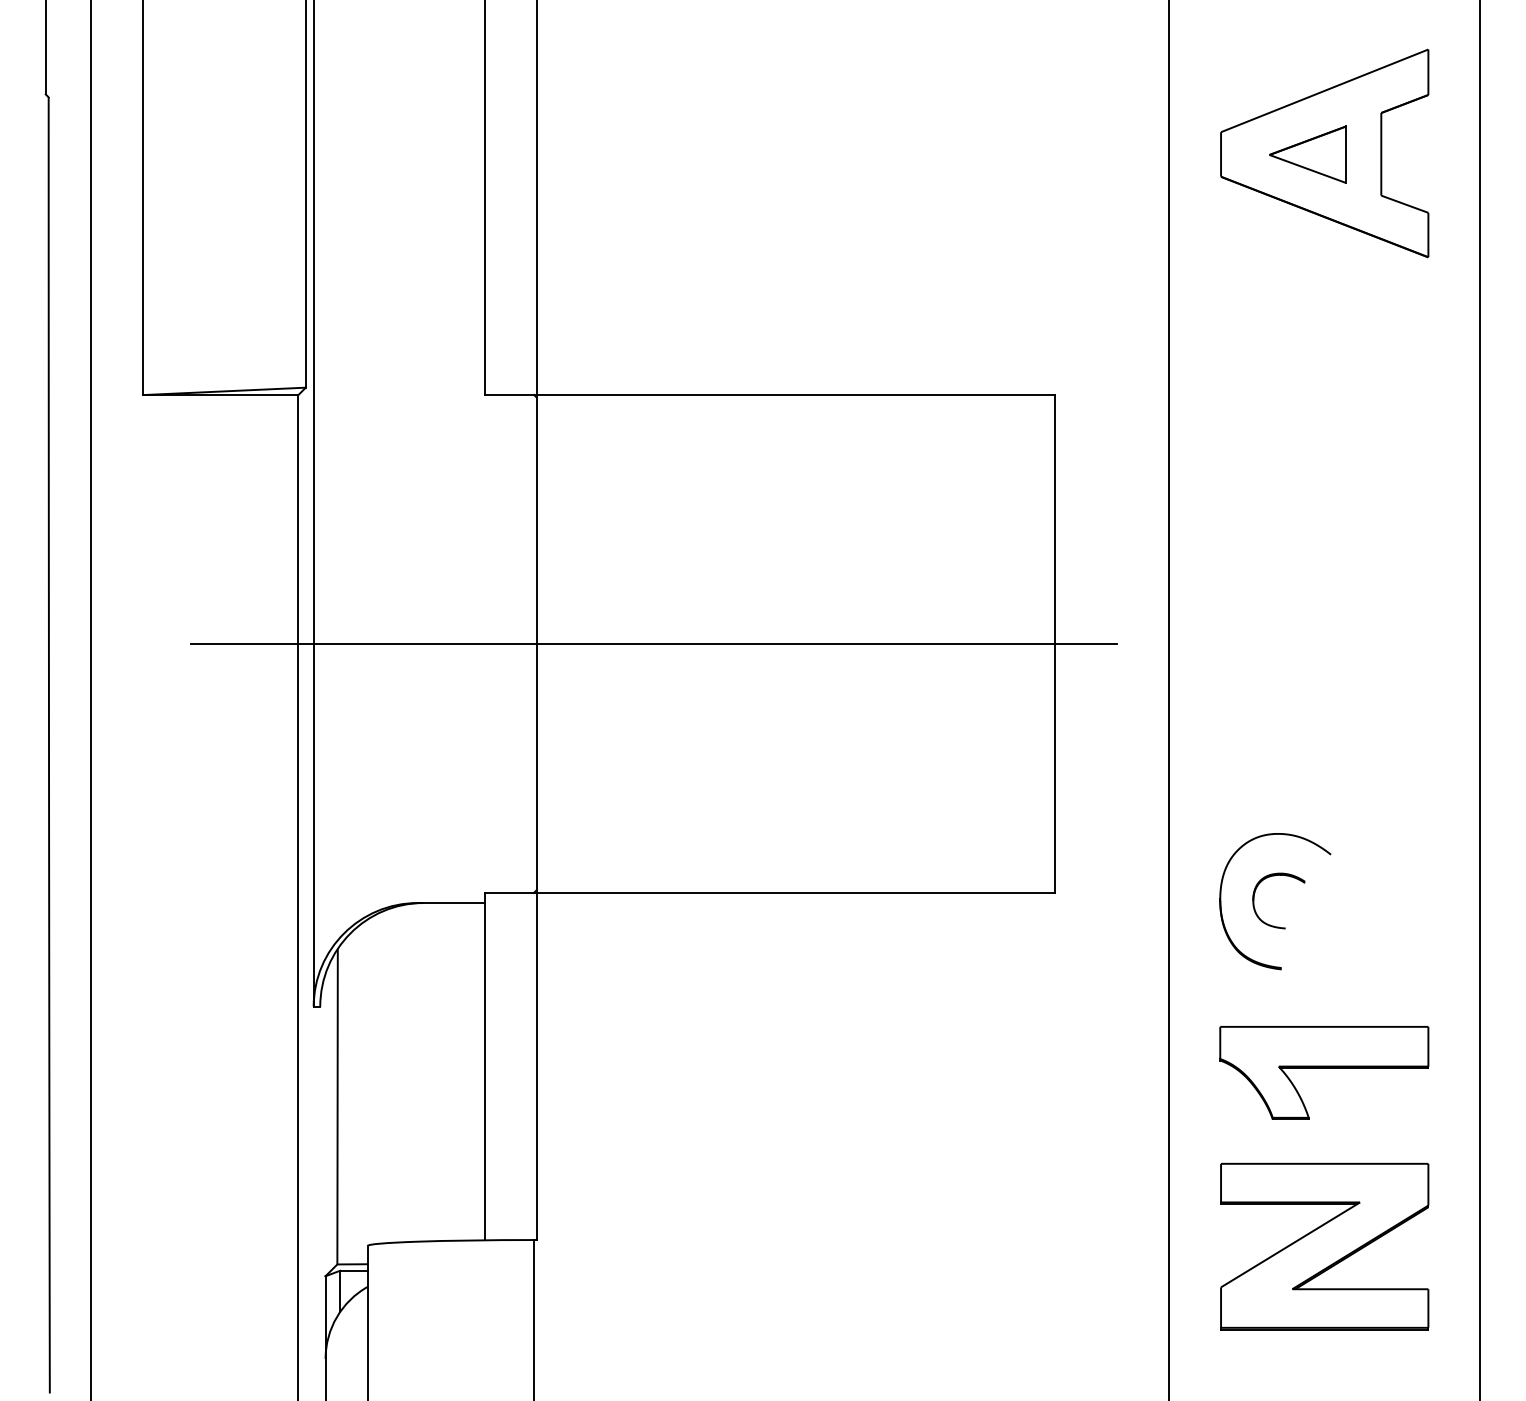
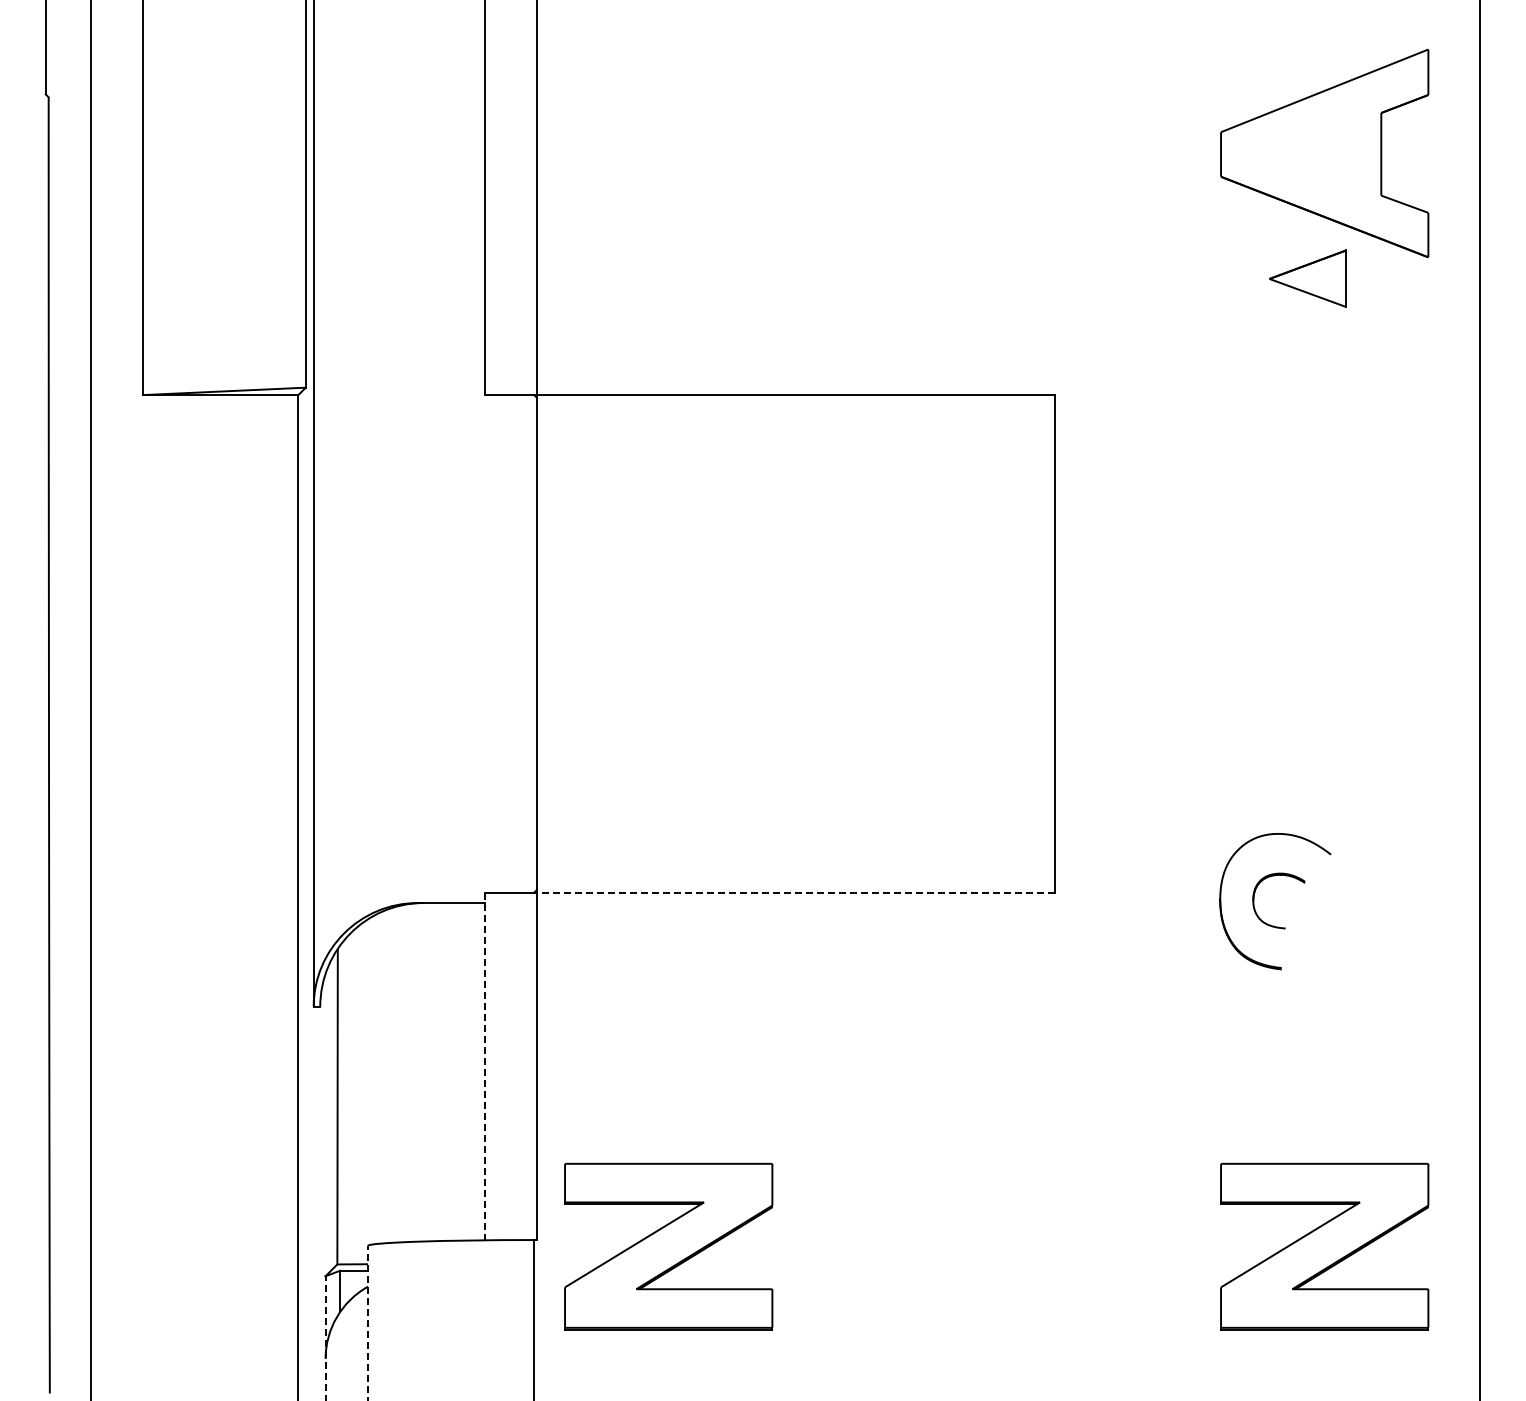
part at (1307, 154) position: (1307, 154) -> (1307, 278)
line at (654, 643): present -> none
line at (1169, 699): present -> none
line at (795, 892): solid -> dashed
line at (485, 1066): solid -> dashed
part at (1324, 1072): present -> none
part at (668, 1246): none -> present
line at (368, 1322): solid -> dashed
line at (325, 1338): solid -> dashed
